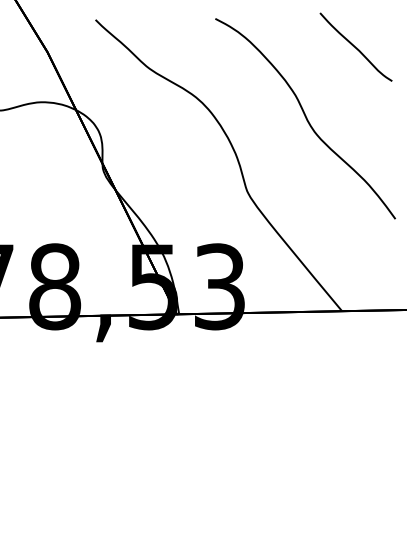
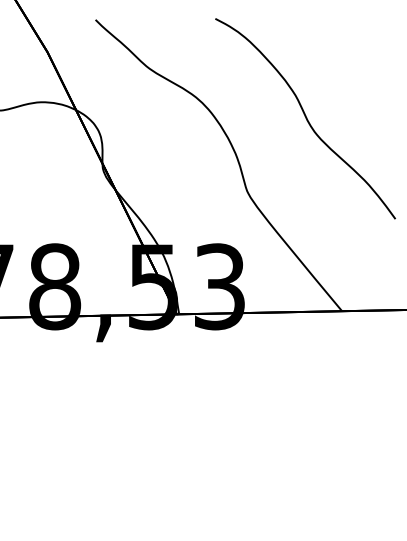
curve at (355, 46): present -> none
